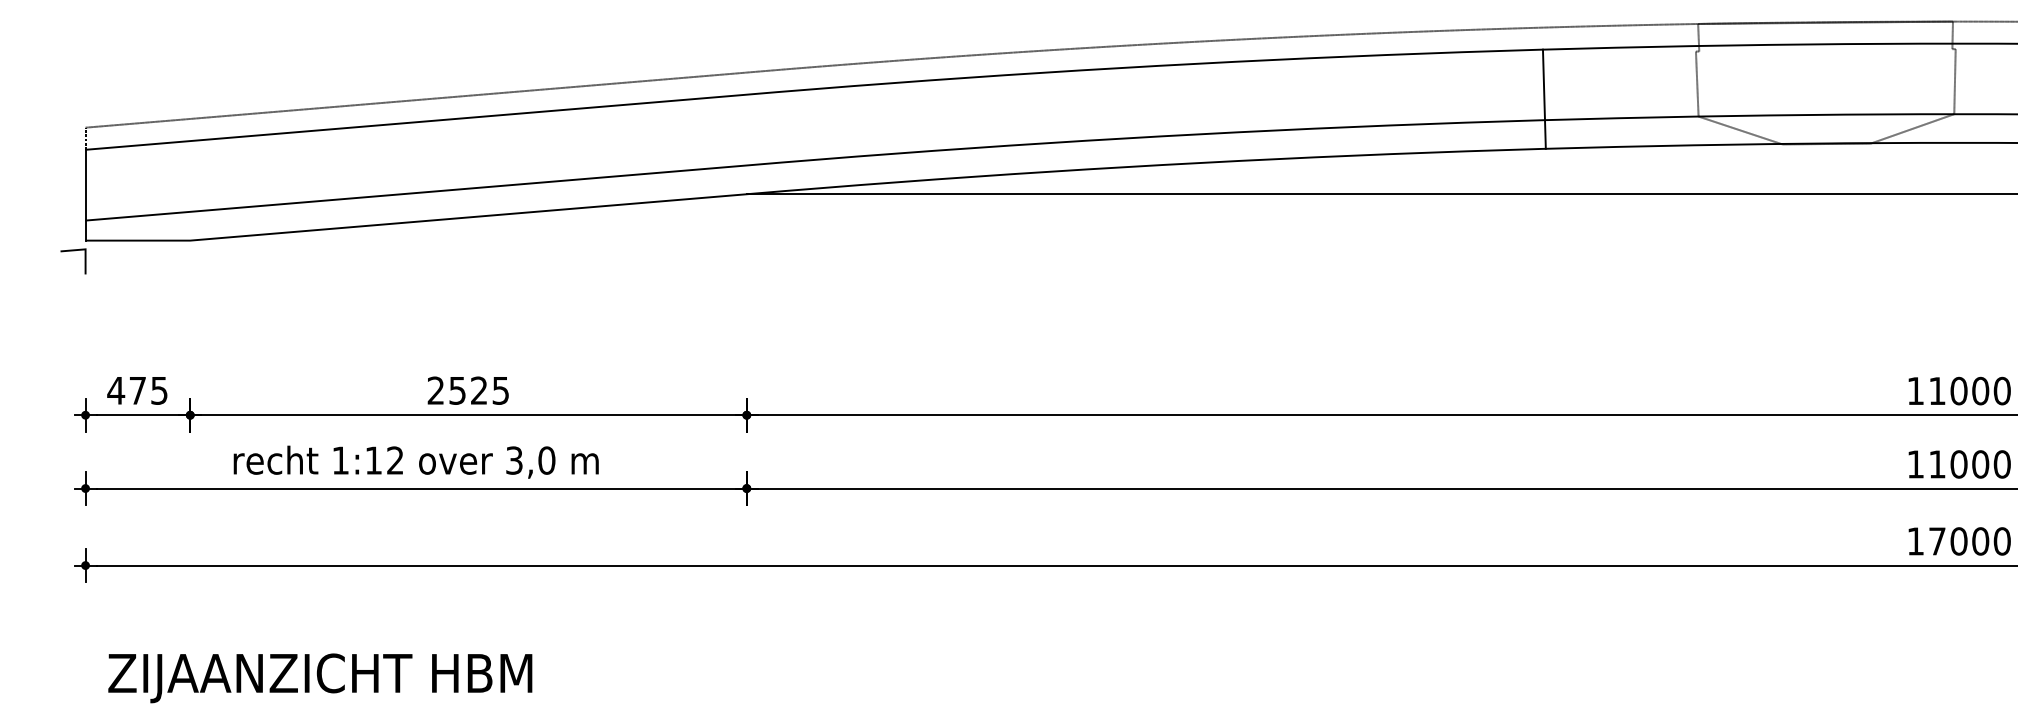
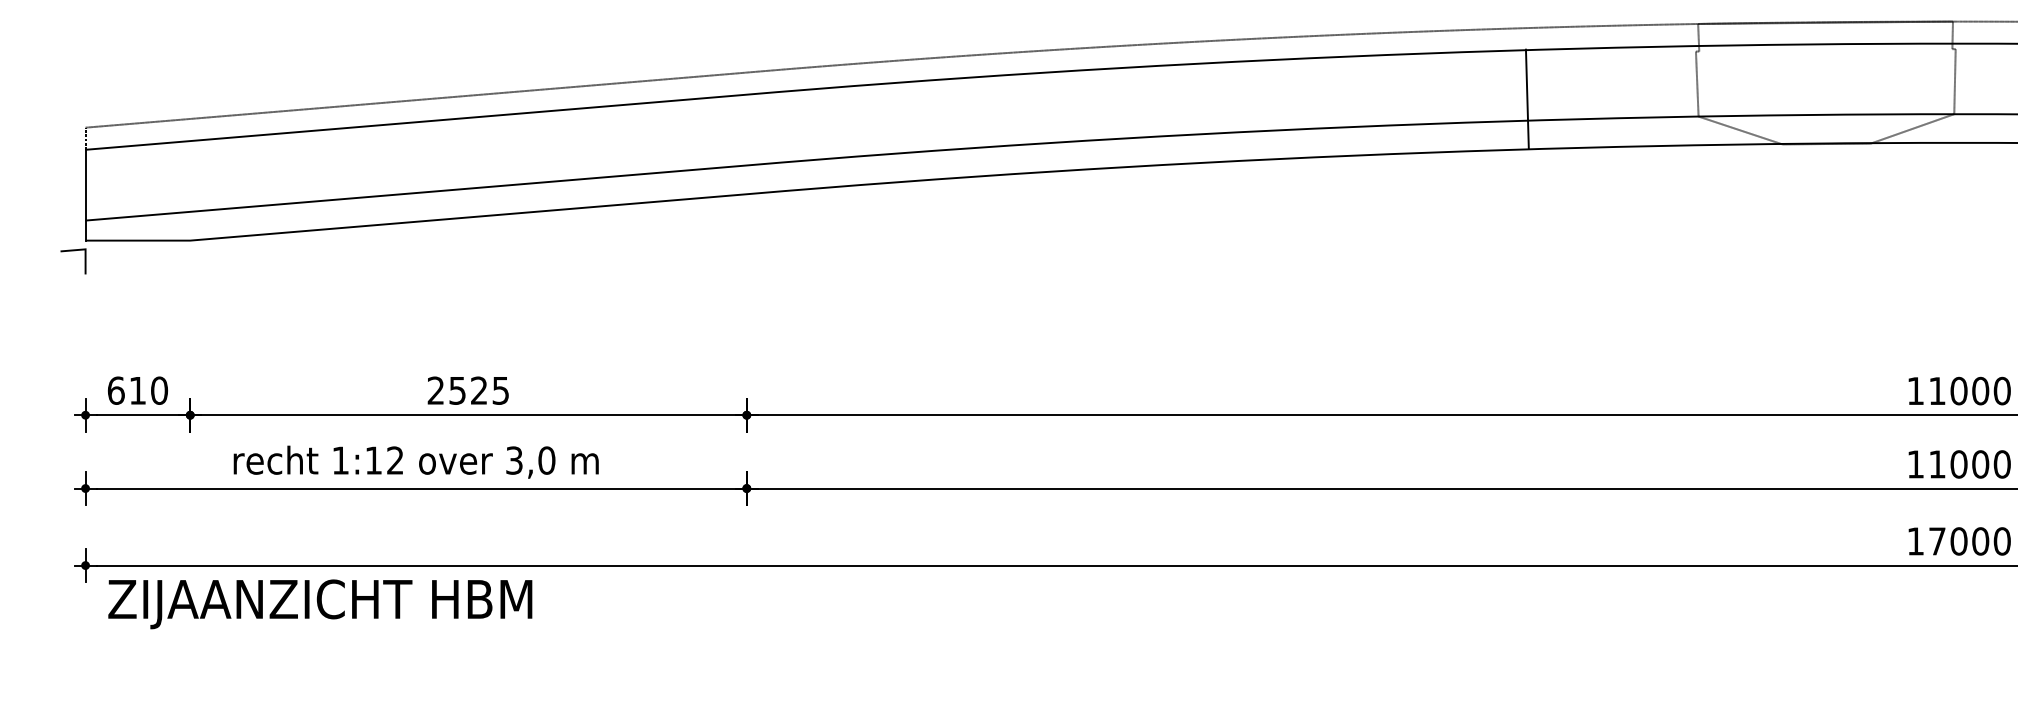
line at (1543, 98) position: (1543, 98) -> (1526, 98)
line at (1380, 194): present -> none
text at (137, 390): 475 -> 610
text at (320, 678) position: (320, 678) -> (320, 604)
